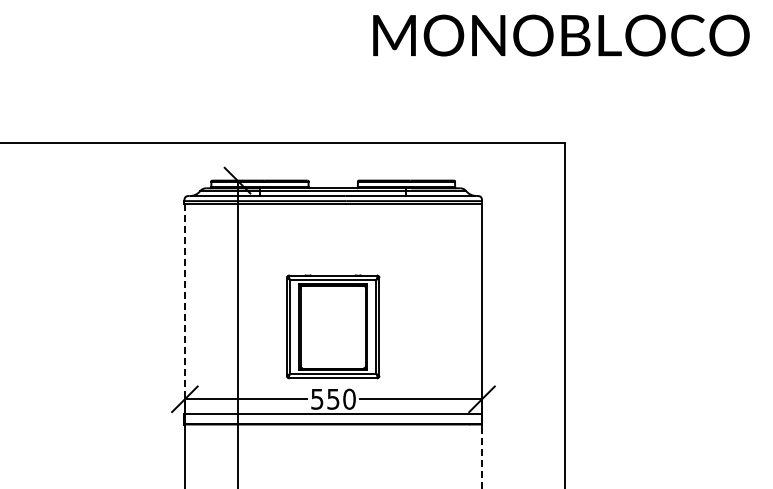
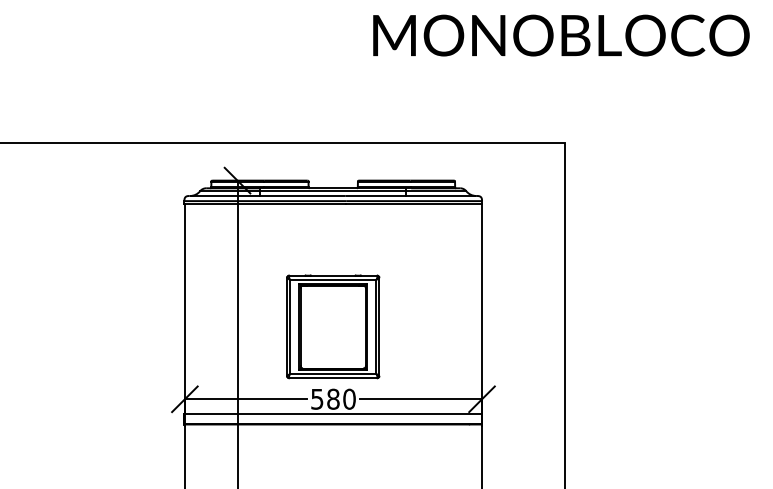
line at (184, 309): dashed -> solid
text at (333, 398): 550 -> 580
line at (481, 456): dashed -> solid
